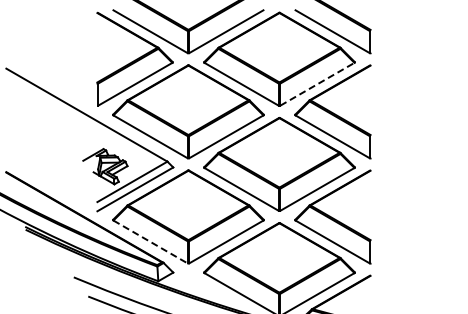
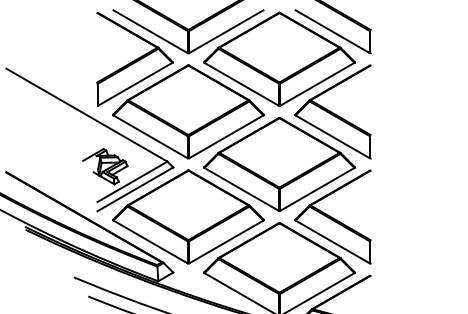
line at (317, 84): dashed -> solid
line at (150, 241): dashed -> solid
